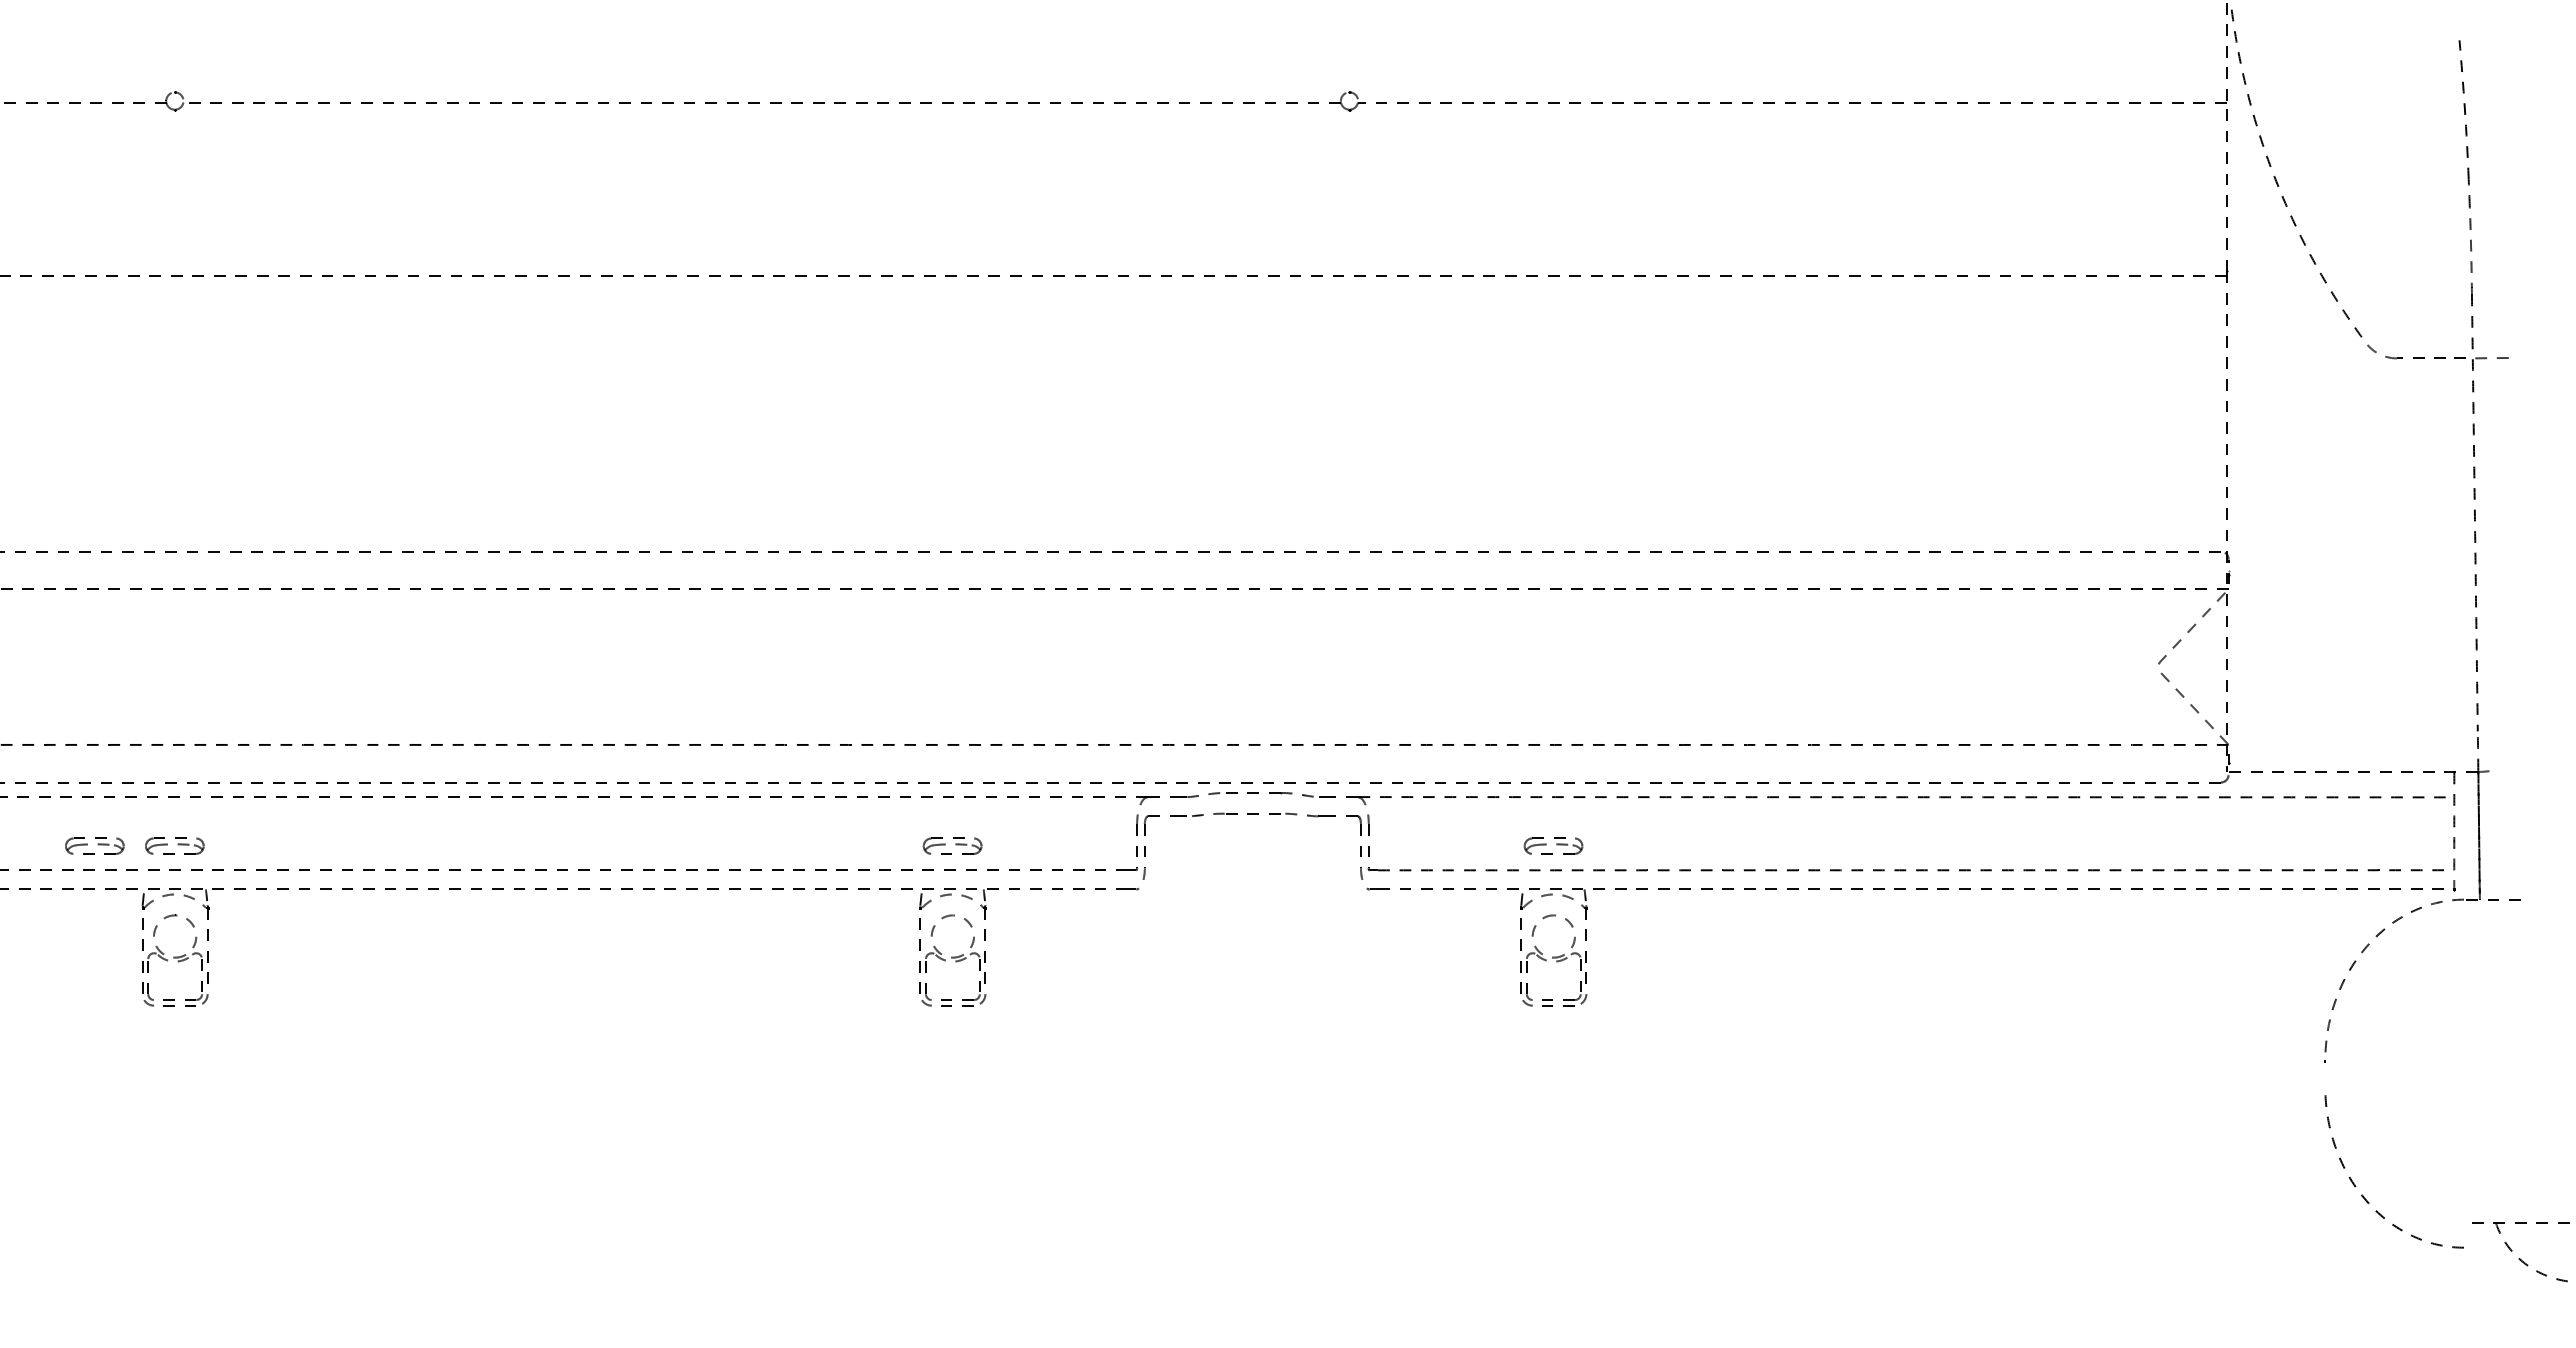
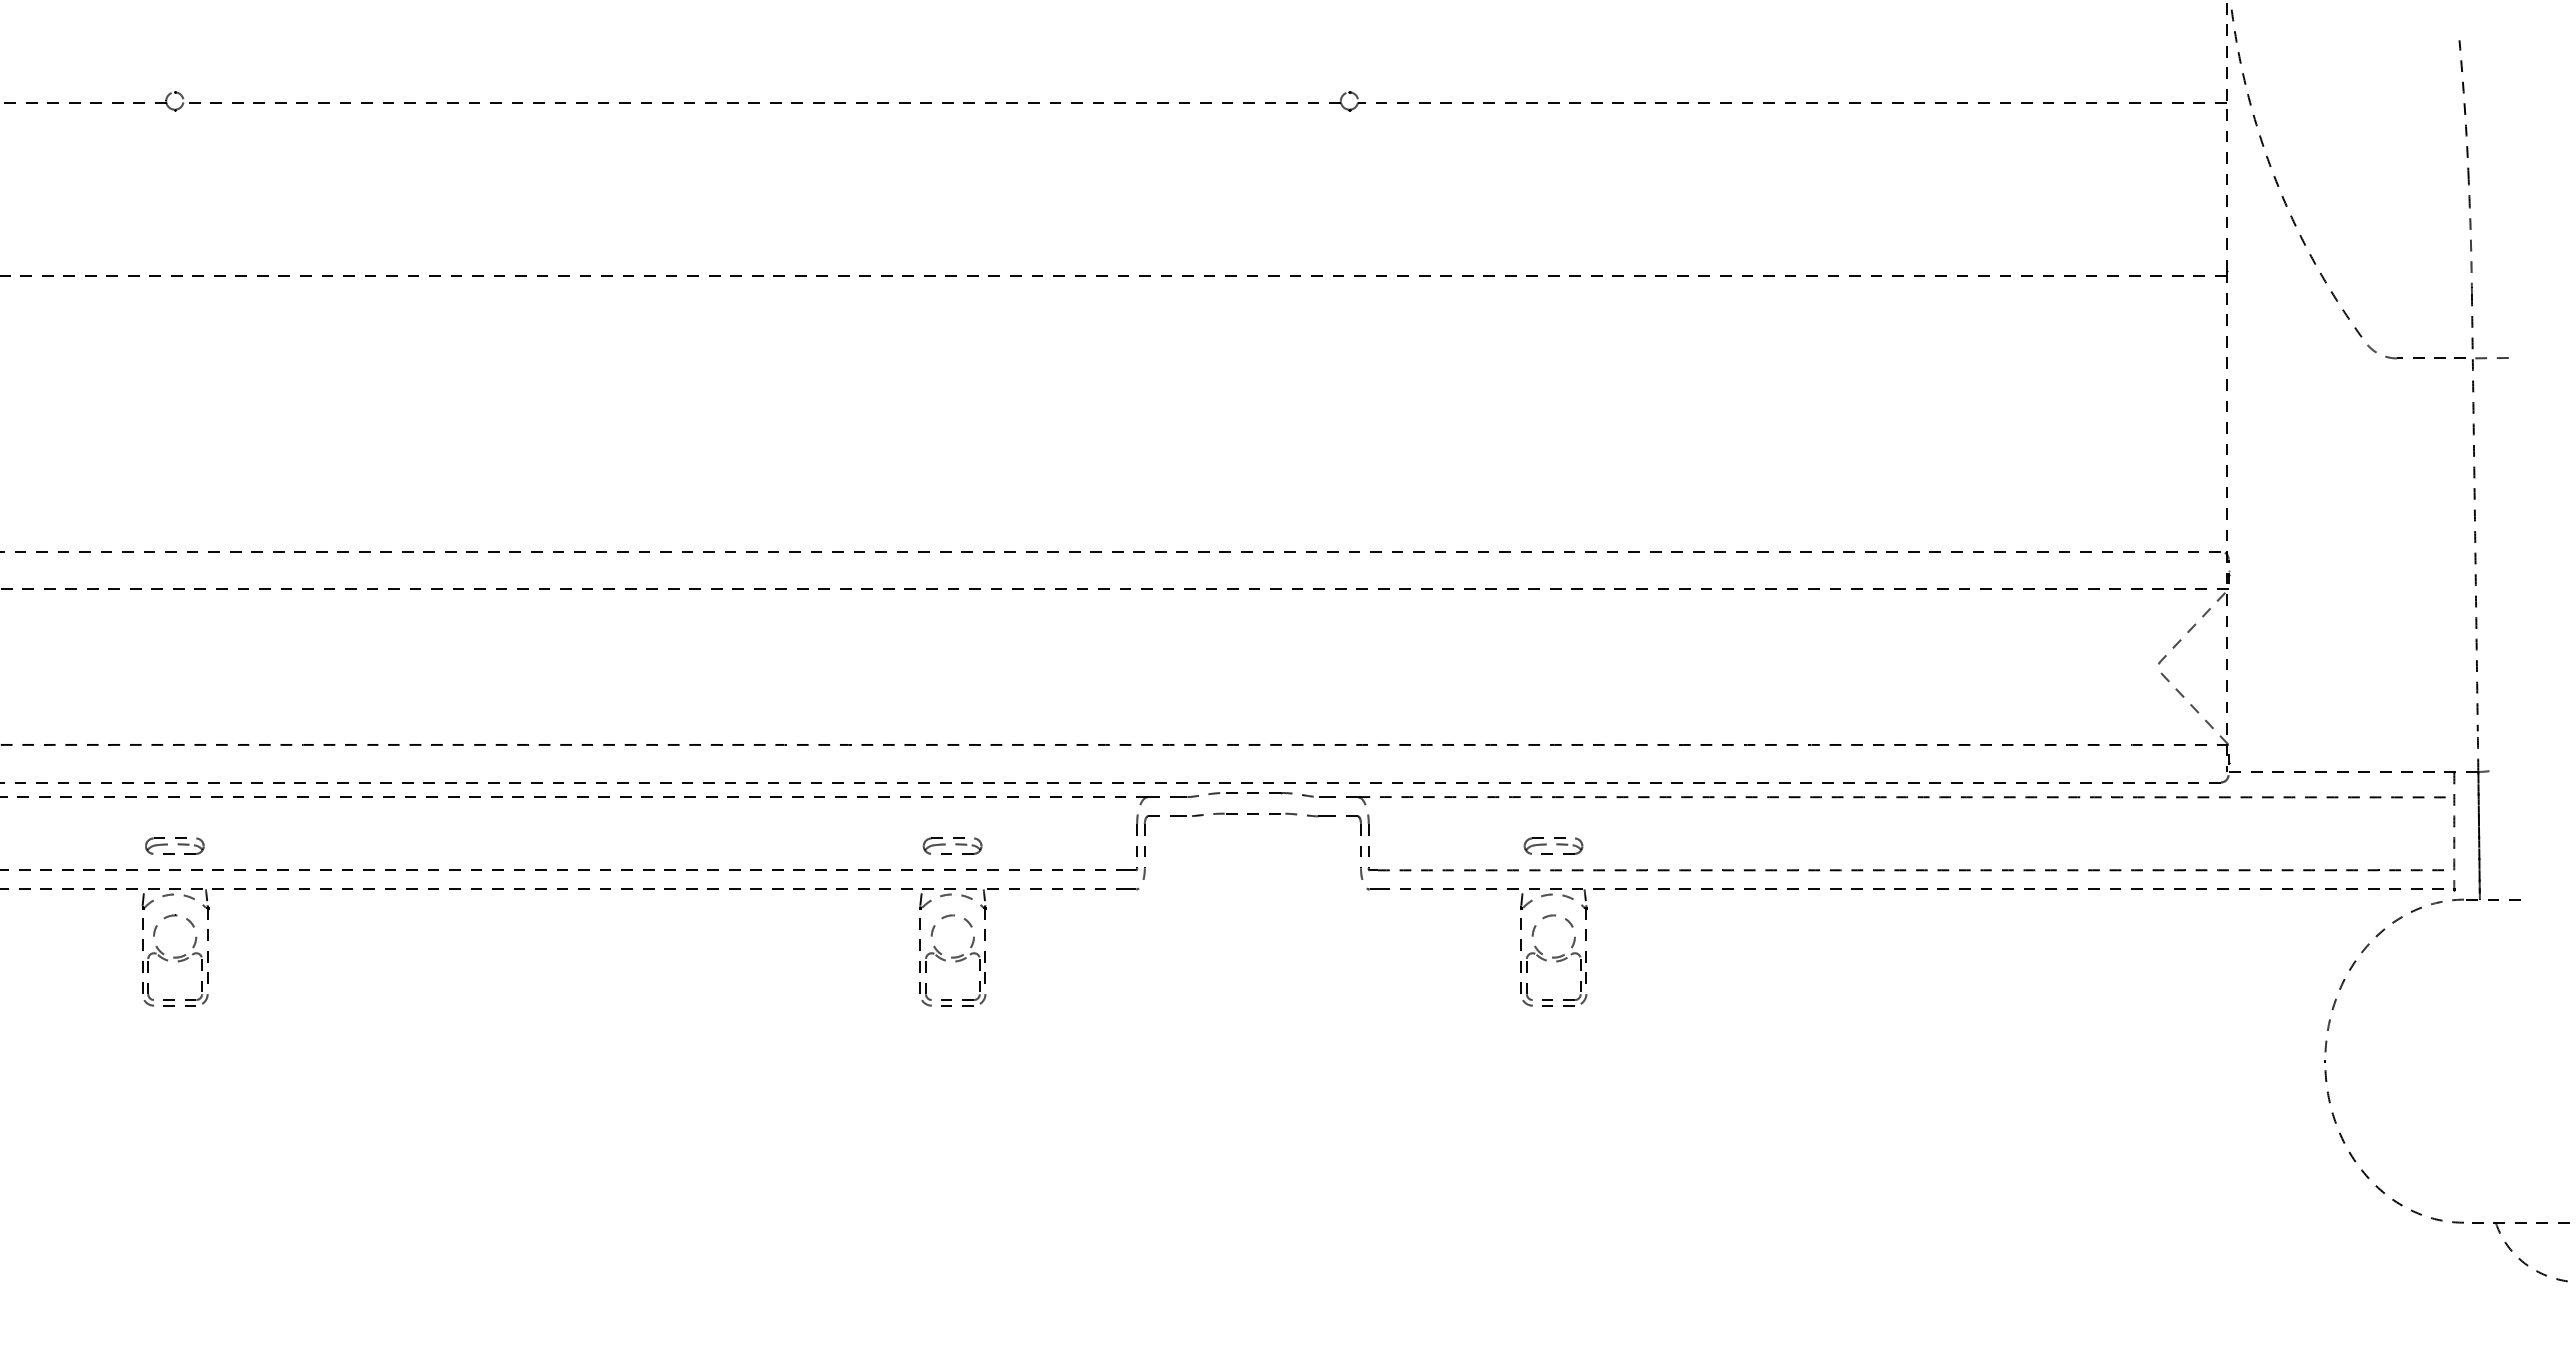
part at (94, 845): present -> none
curve at (2364, 1196) position: (2364, 1196) -> (2364, 1171)
